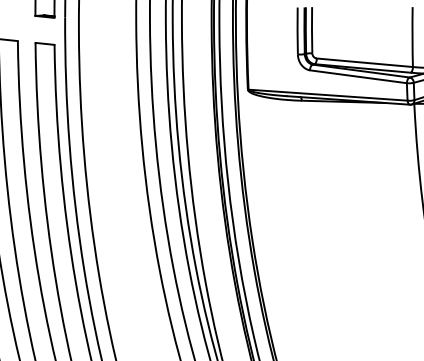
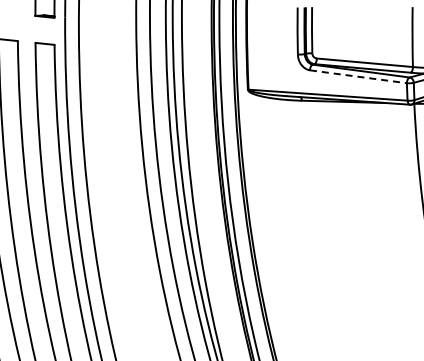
line at (358, 76): solid -> dashed
